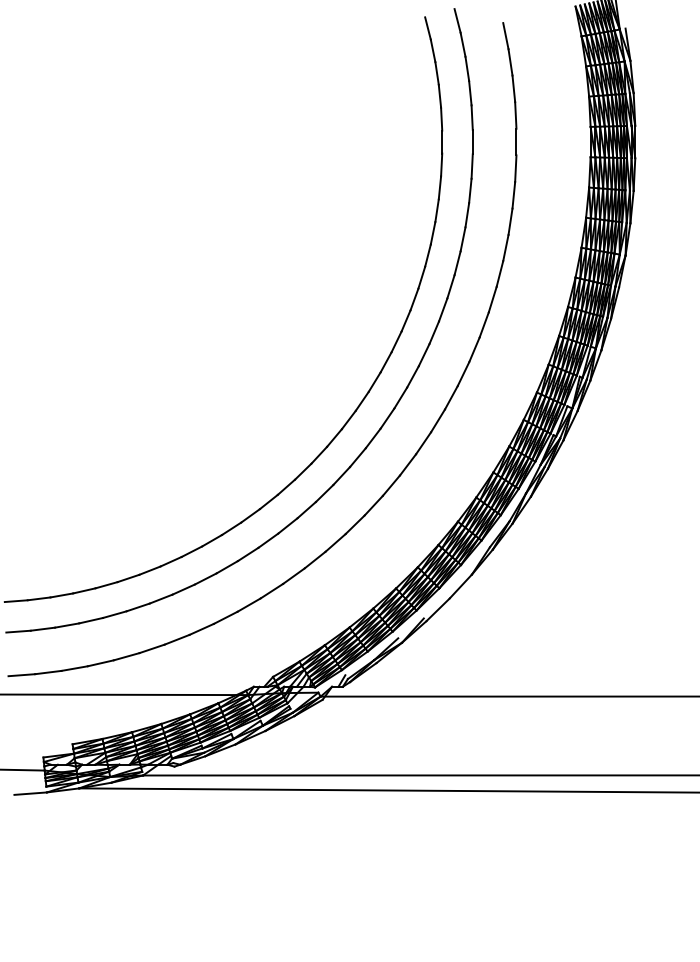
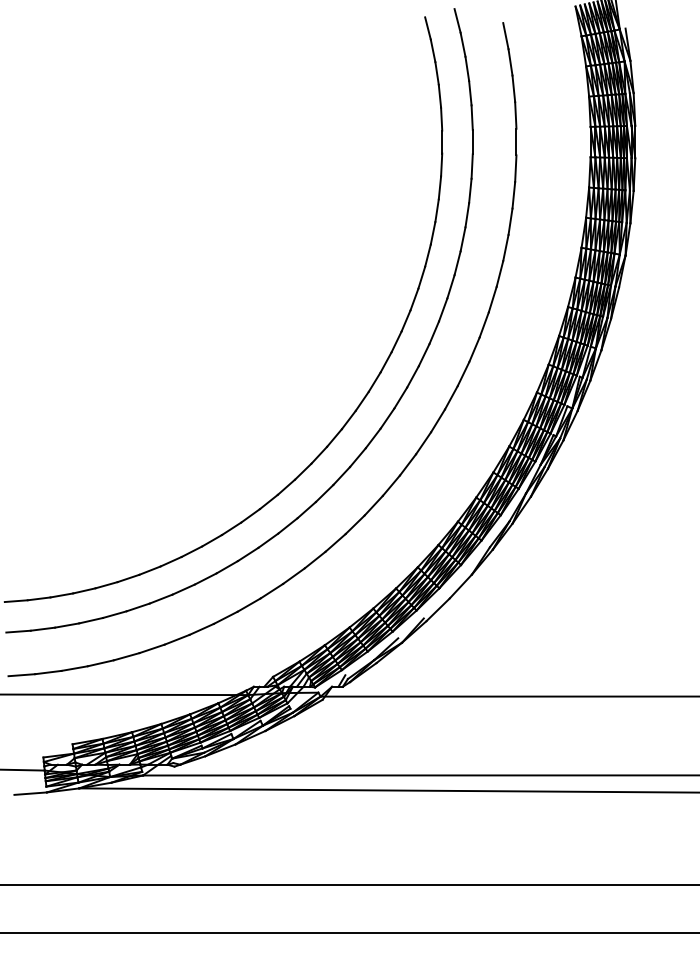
line at (349, 884): none -> present
line at (349, 933): none -> present
